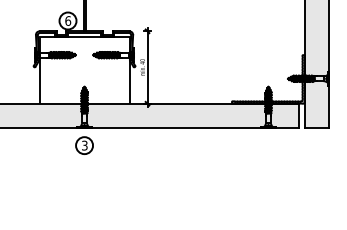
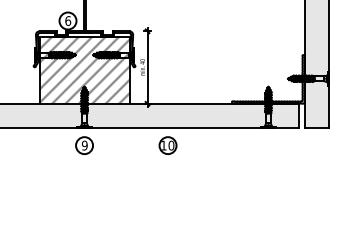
hatch at (84, 69): none -> present
text at (84, 145): 3 -> 9
part at (167, 145): none -> present
